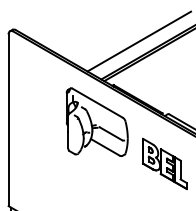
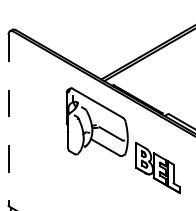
line at (139, 41): present -> none
line at (8, 120): solid -> dashed
part at (164, 163) position: (164, 163) -> (157, 167)
